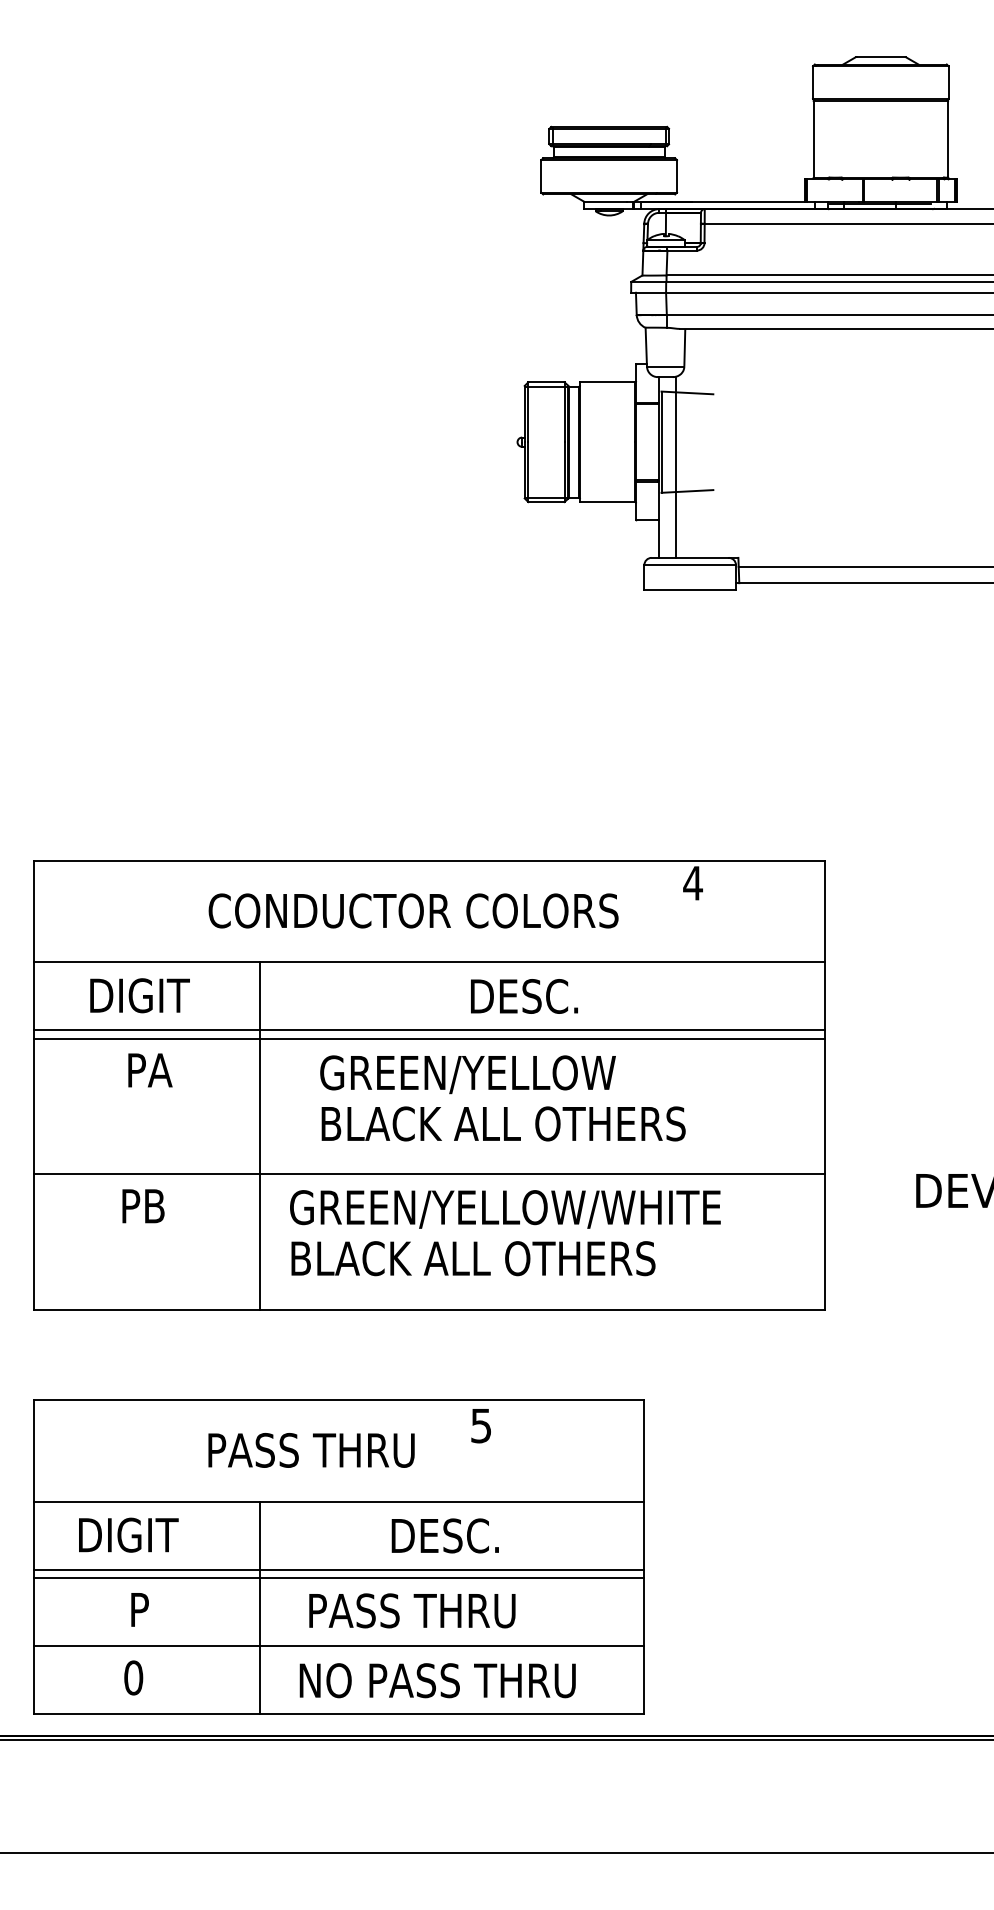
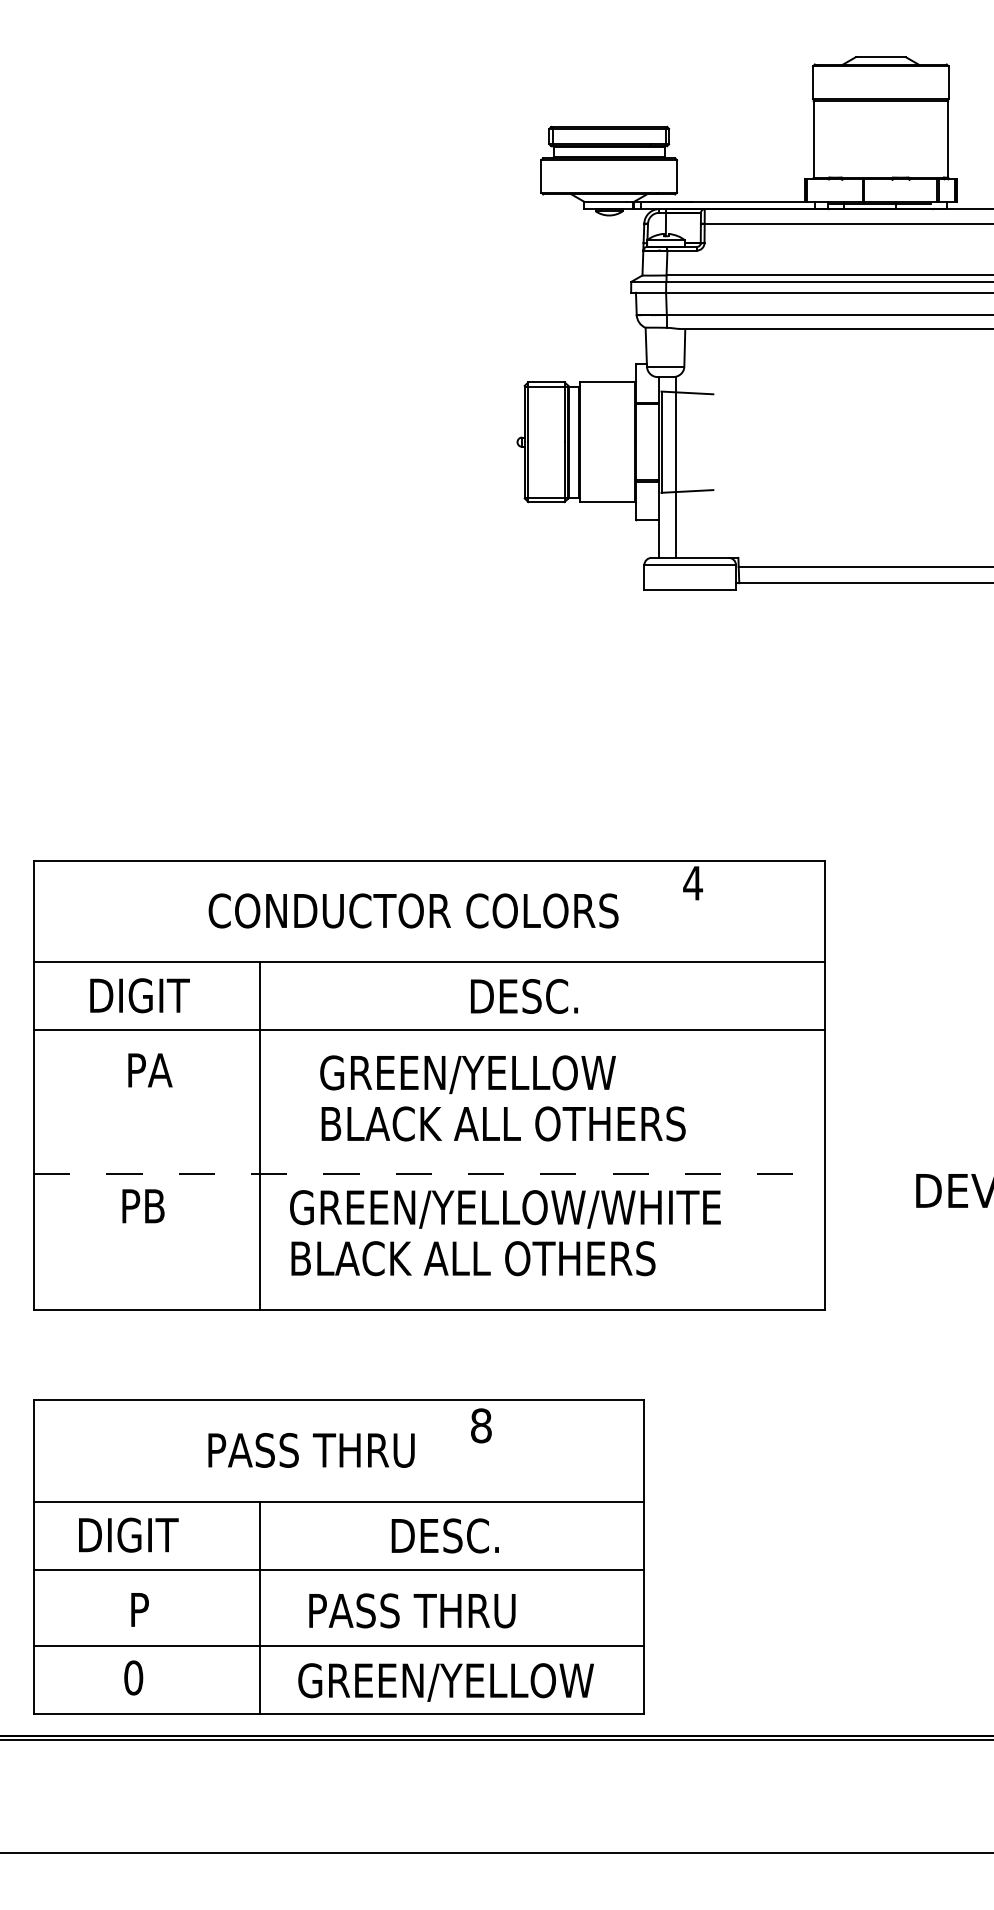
line at (429, 1038): present -> none
line at (430, 1174): solid -> dashed
text at (481, 1425): 5 -> 8
line at (339, 1578): present -> none
text at (445, 1682): NO PASS THRU -> GREEN/YELLOW
